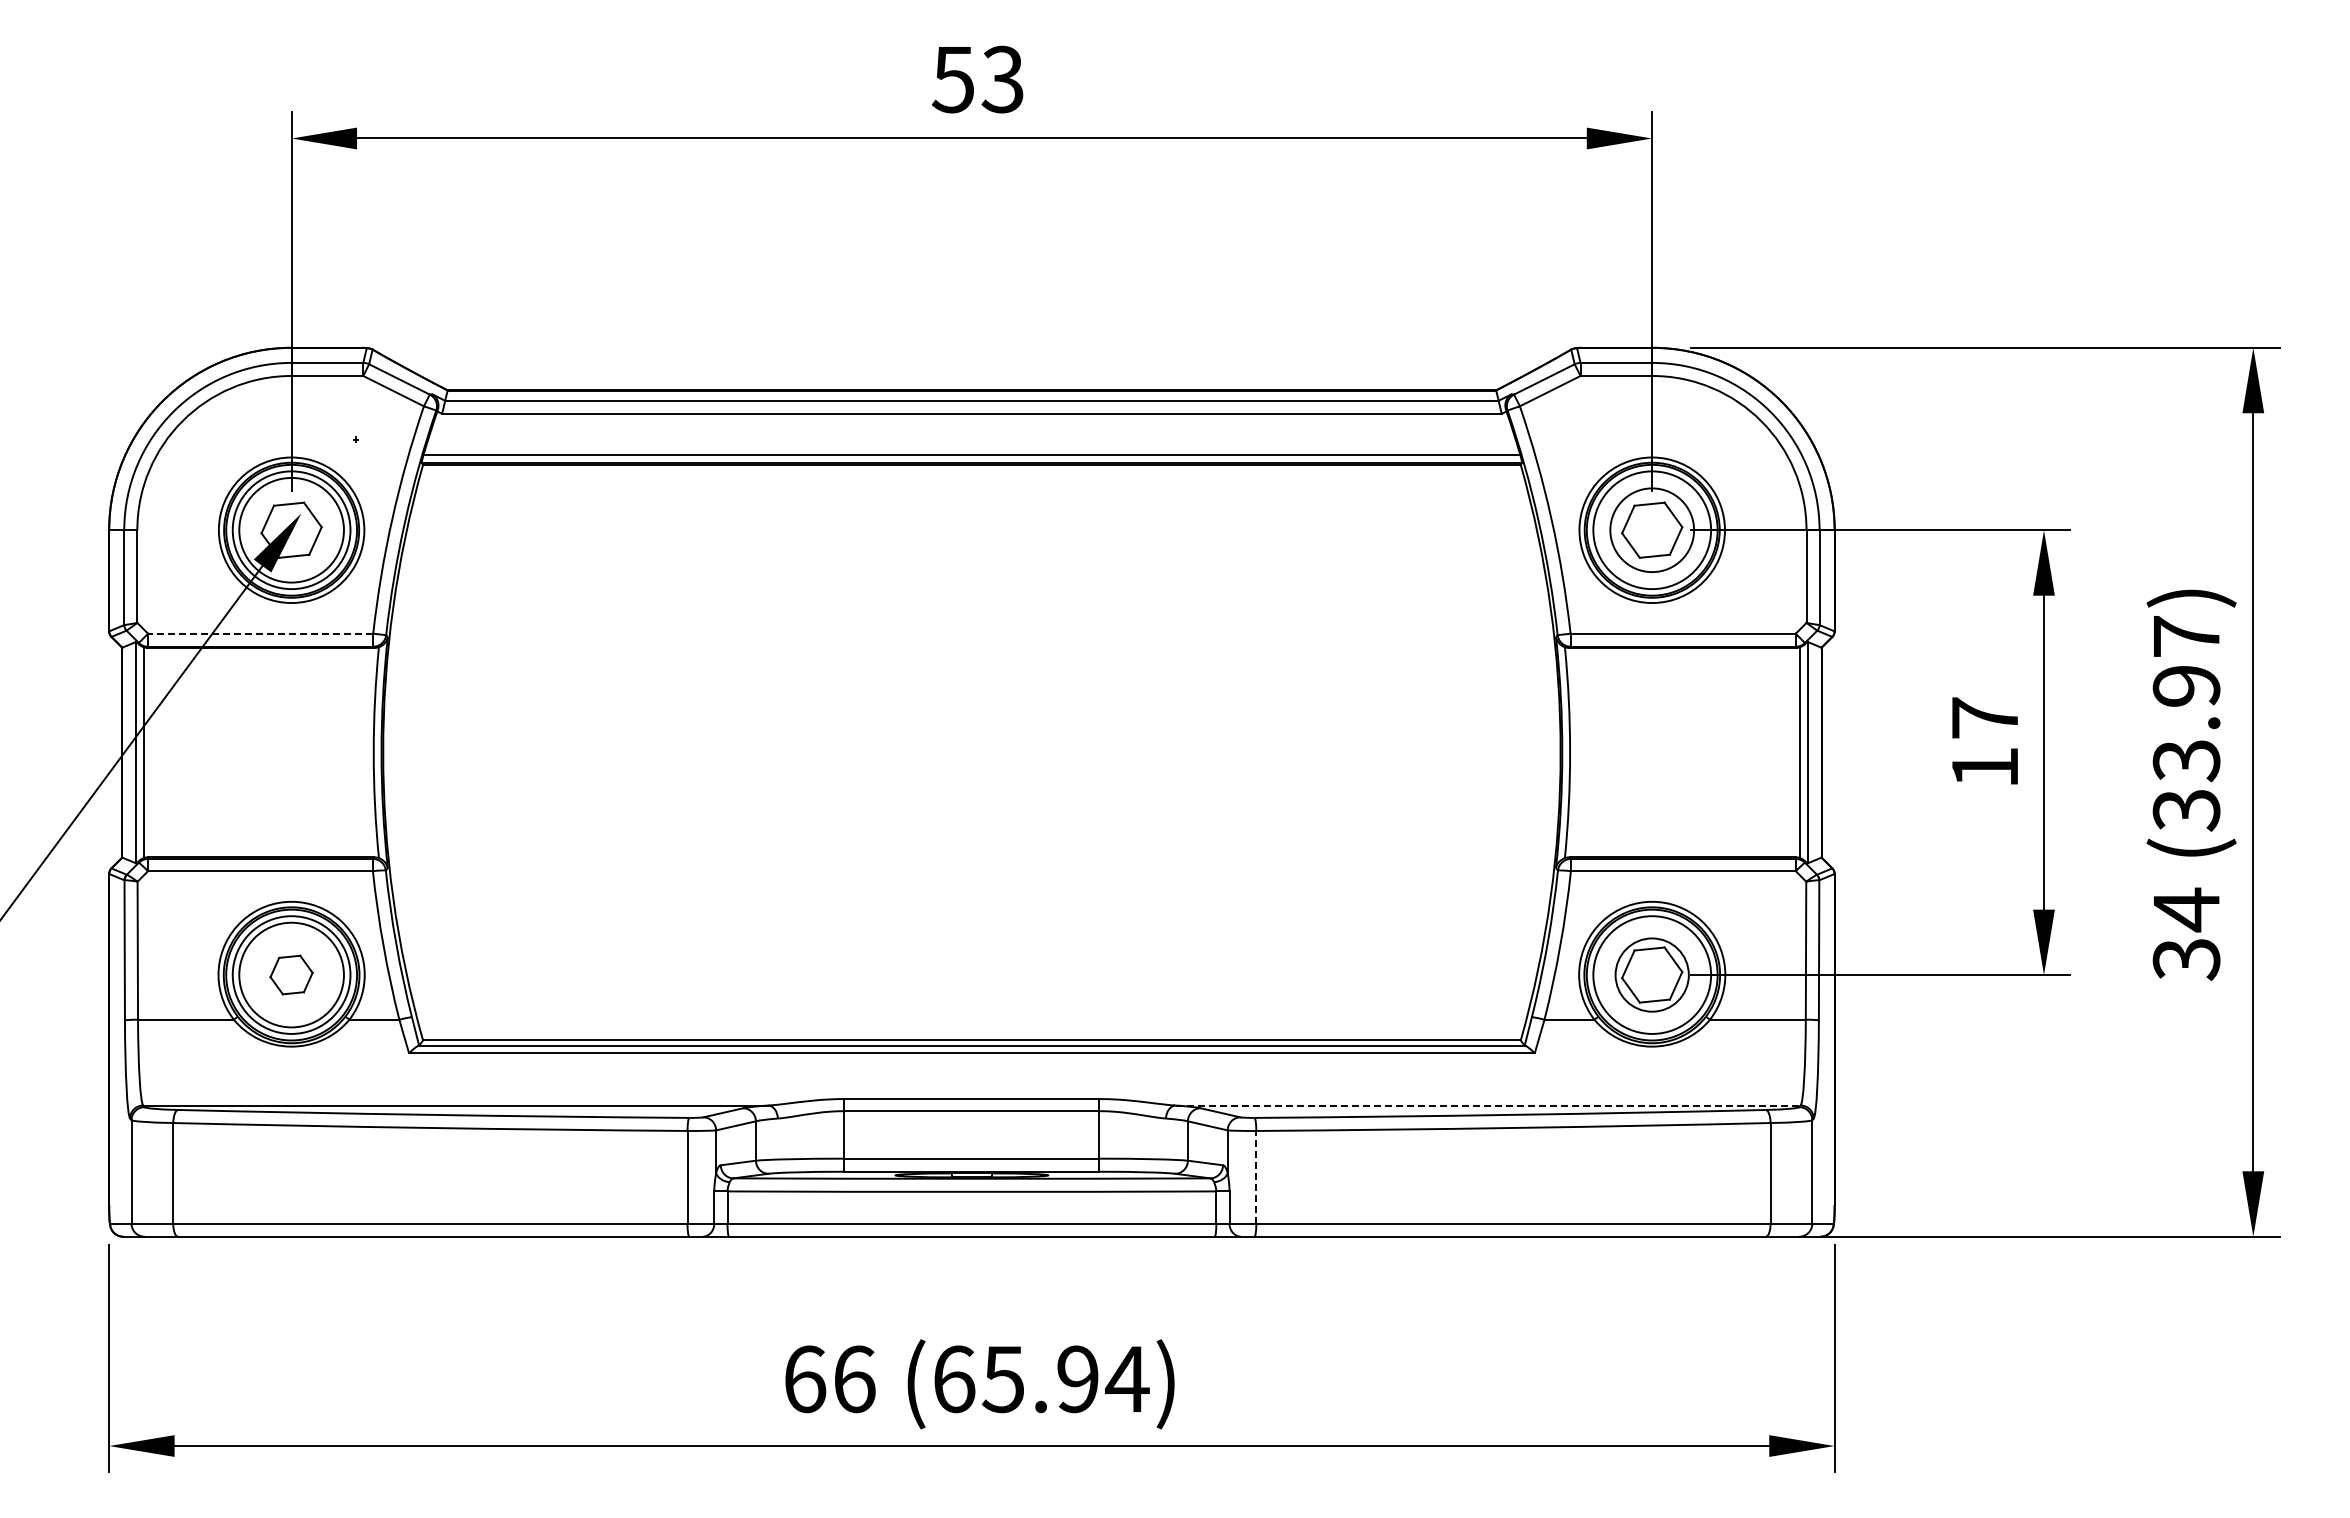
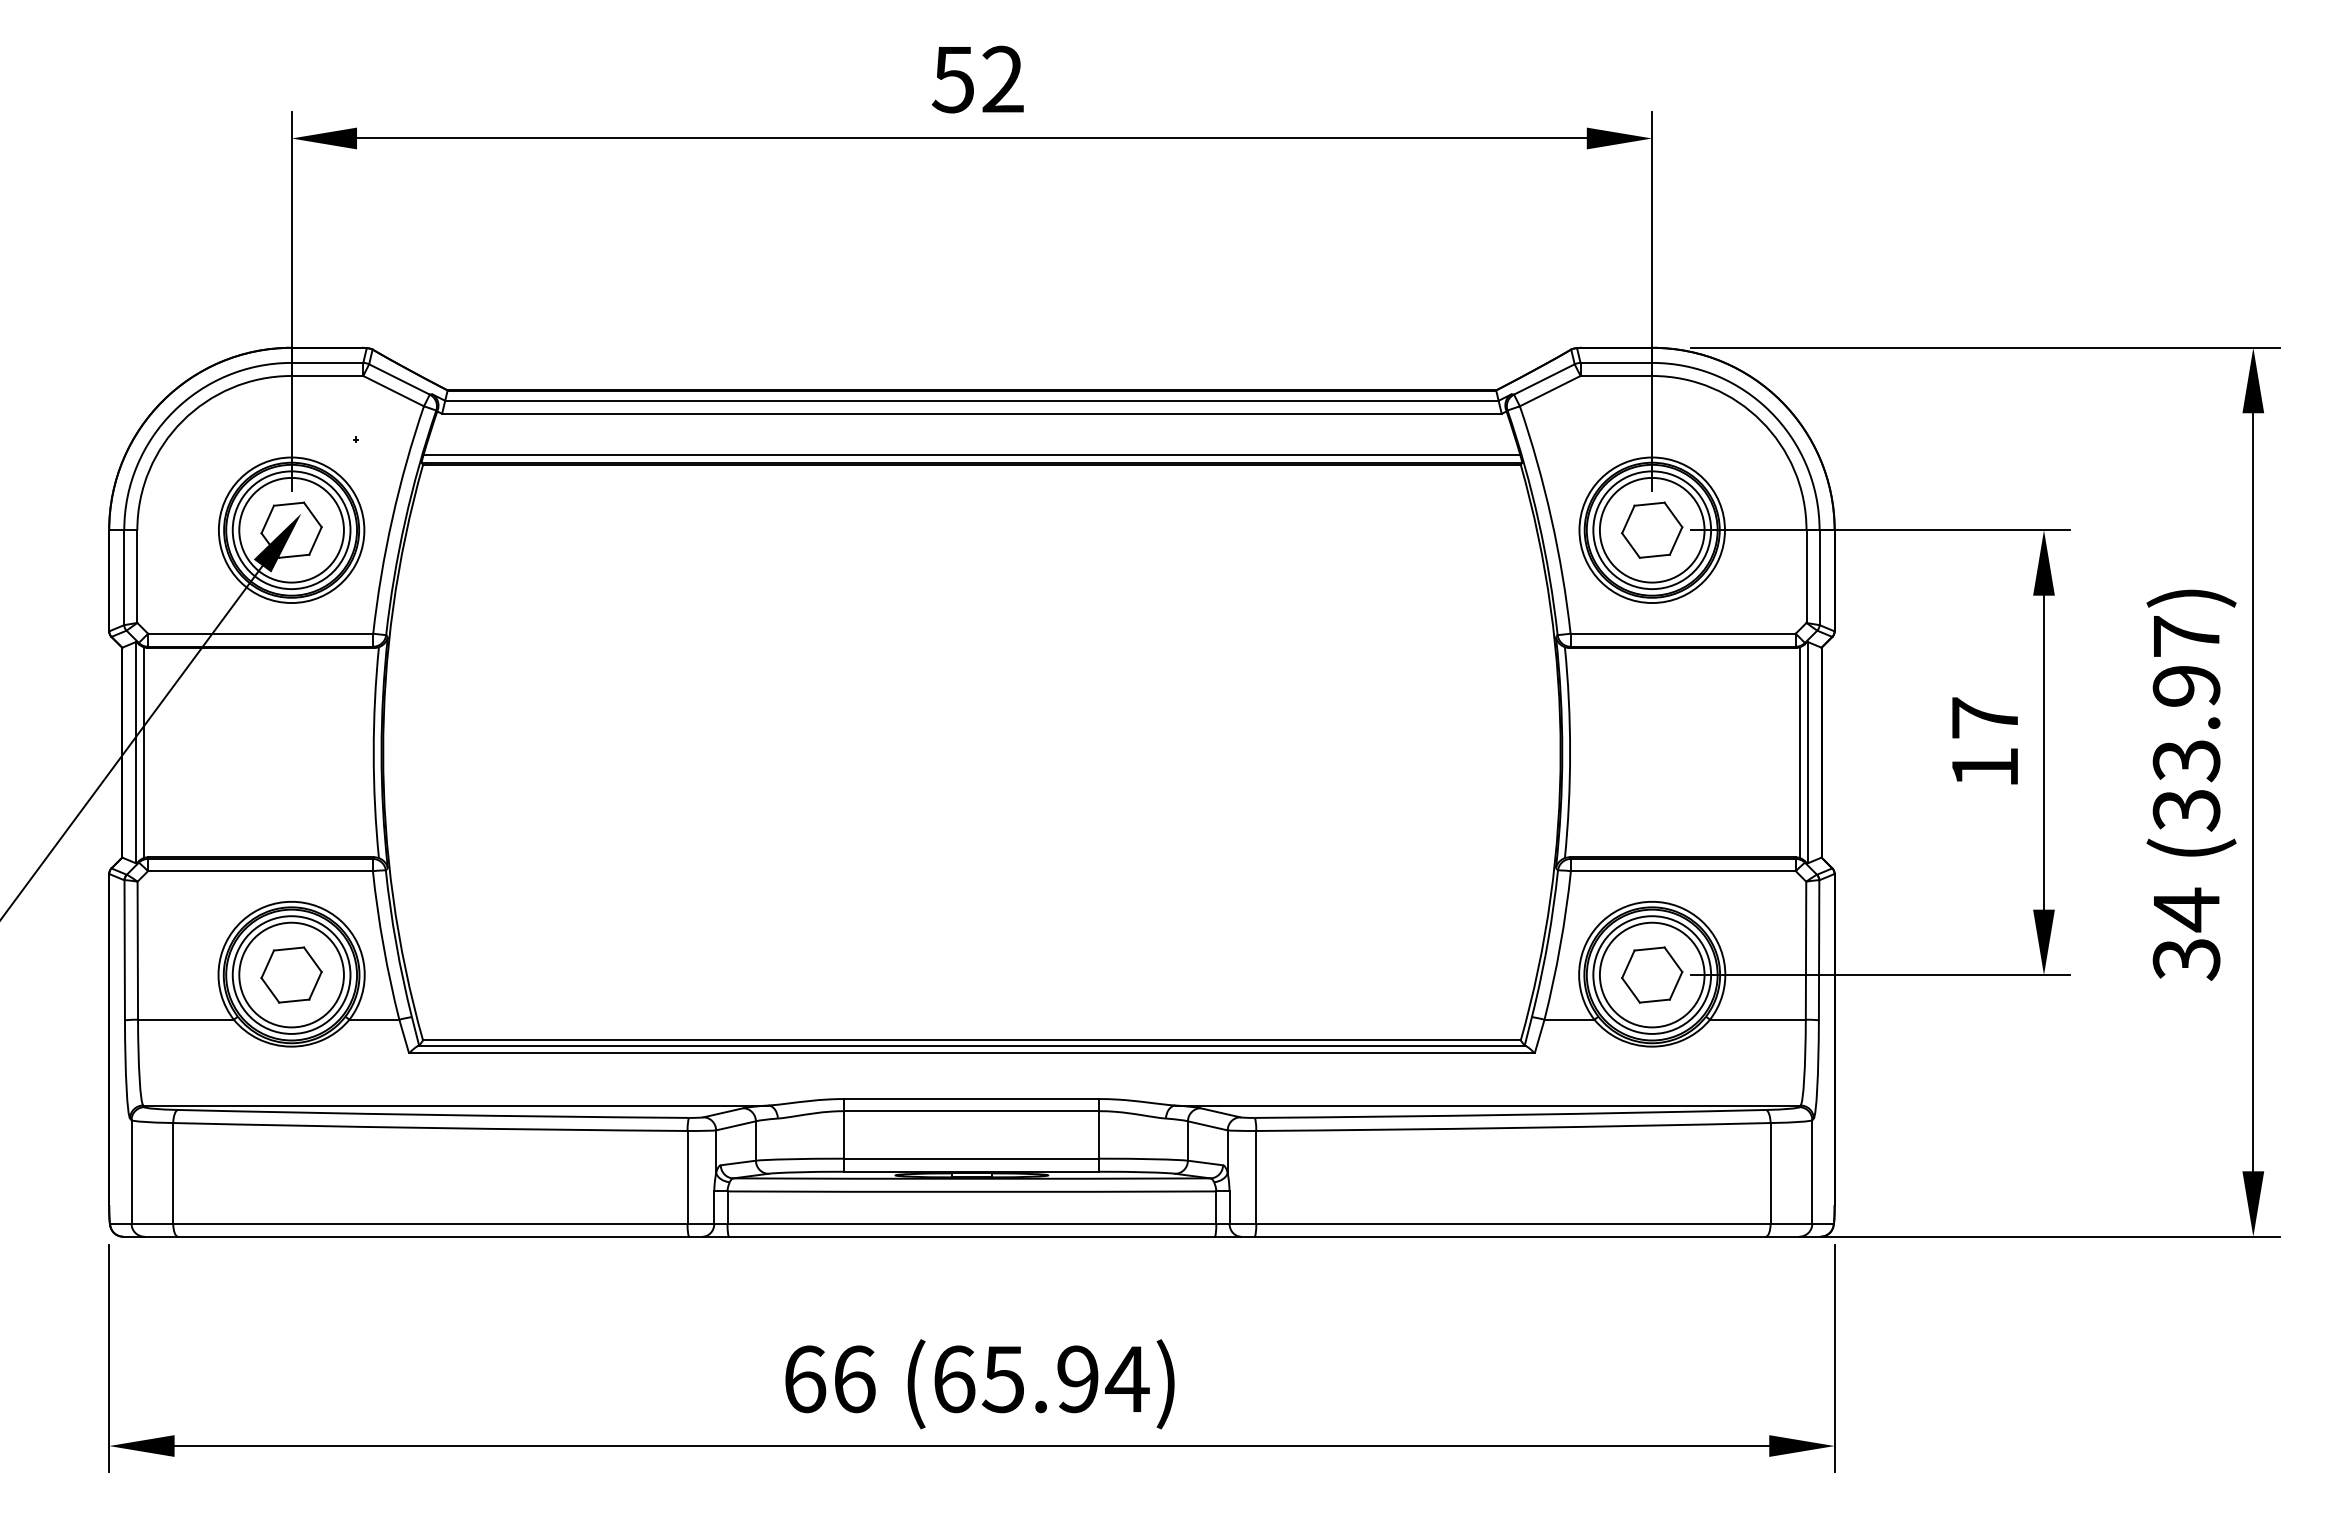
text at (1002, 79): 53 -> 52
circle at (1652, 530) diameter: 84 px -> 105 px
line at (260, 633): dashed -> solid
part at (291, 974) size: 45x42 px -> 63x58 px
circle at (1651, 974) diameter: 73 px -> 105 px
line at (1488, 1105): dashed -> solid
line at (1256, 1176): dashed -> solid
